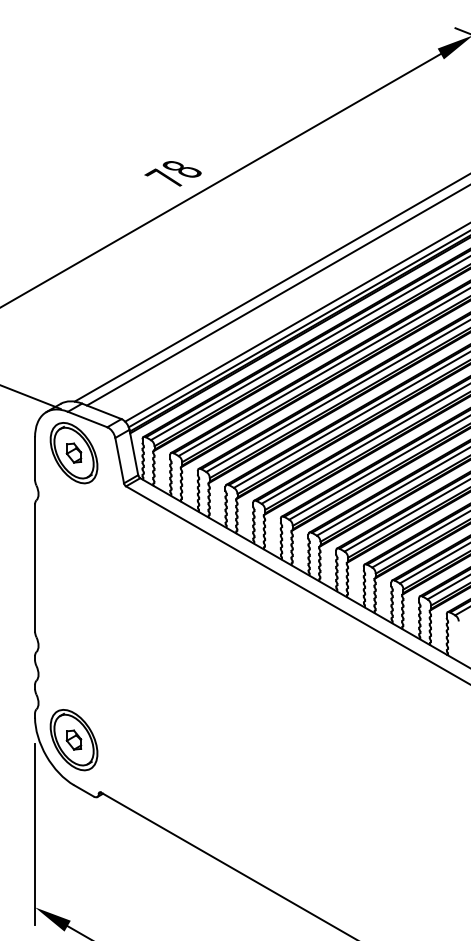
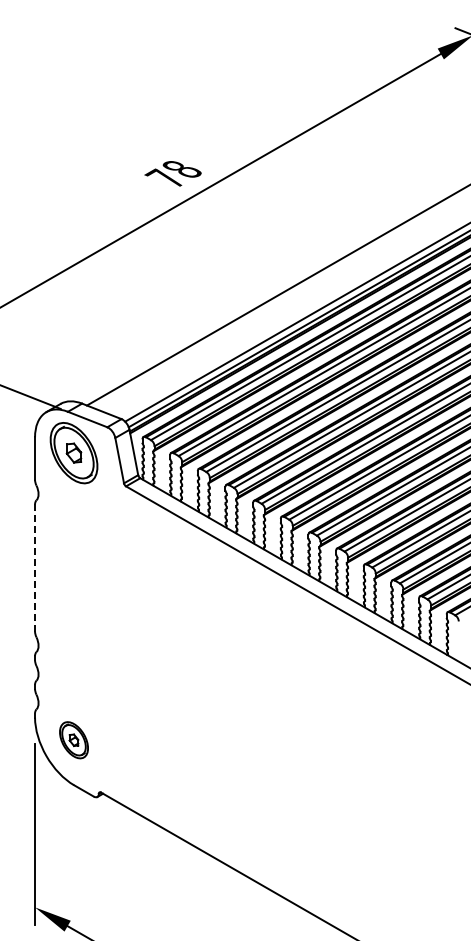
line at (270, 288): present -> none
line at (35, 568): solid -> dashed
part at (73, 740) size: 50x63 px -> 30x39 px
